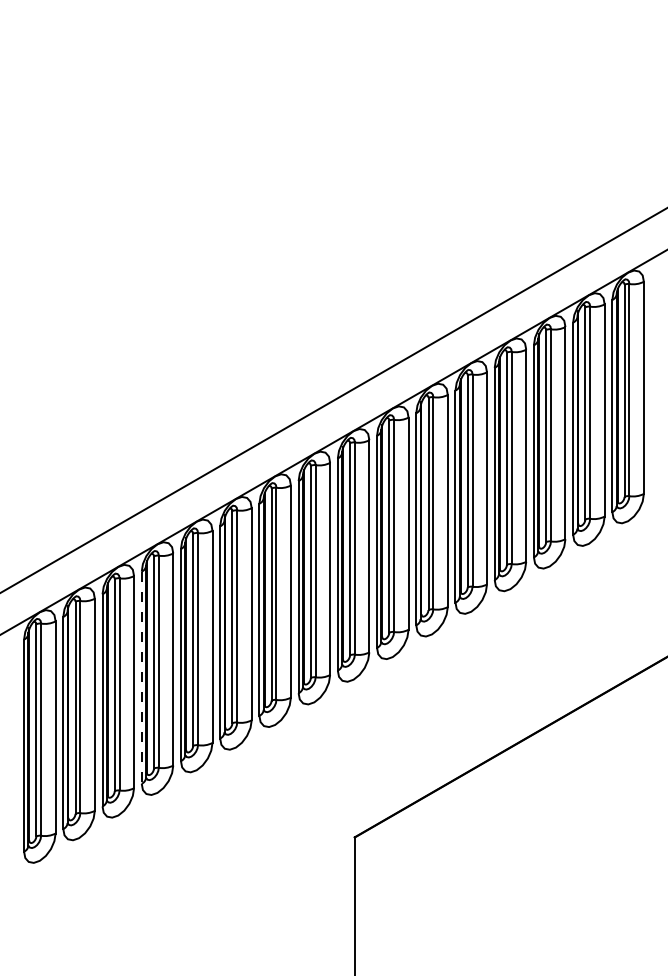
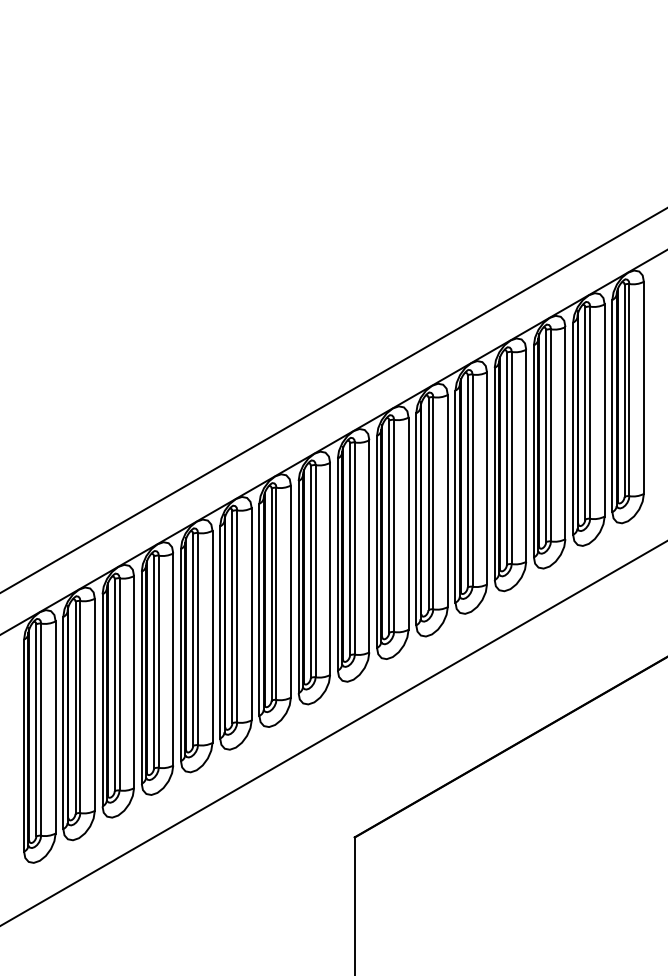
line at (141, 678): dashed -> solid
line at (333, 733): none -> present
